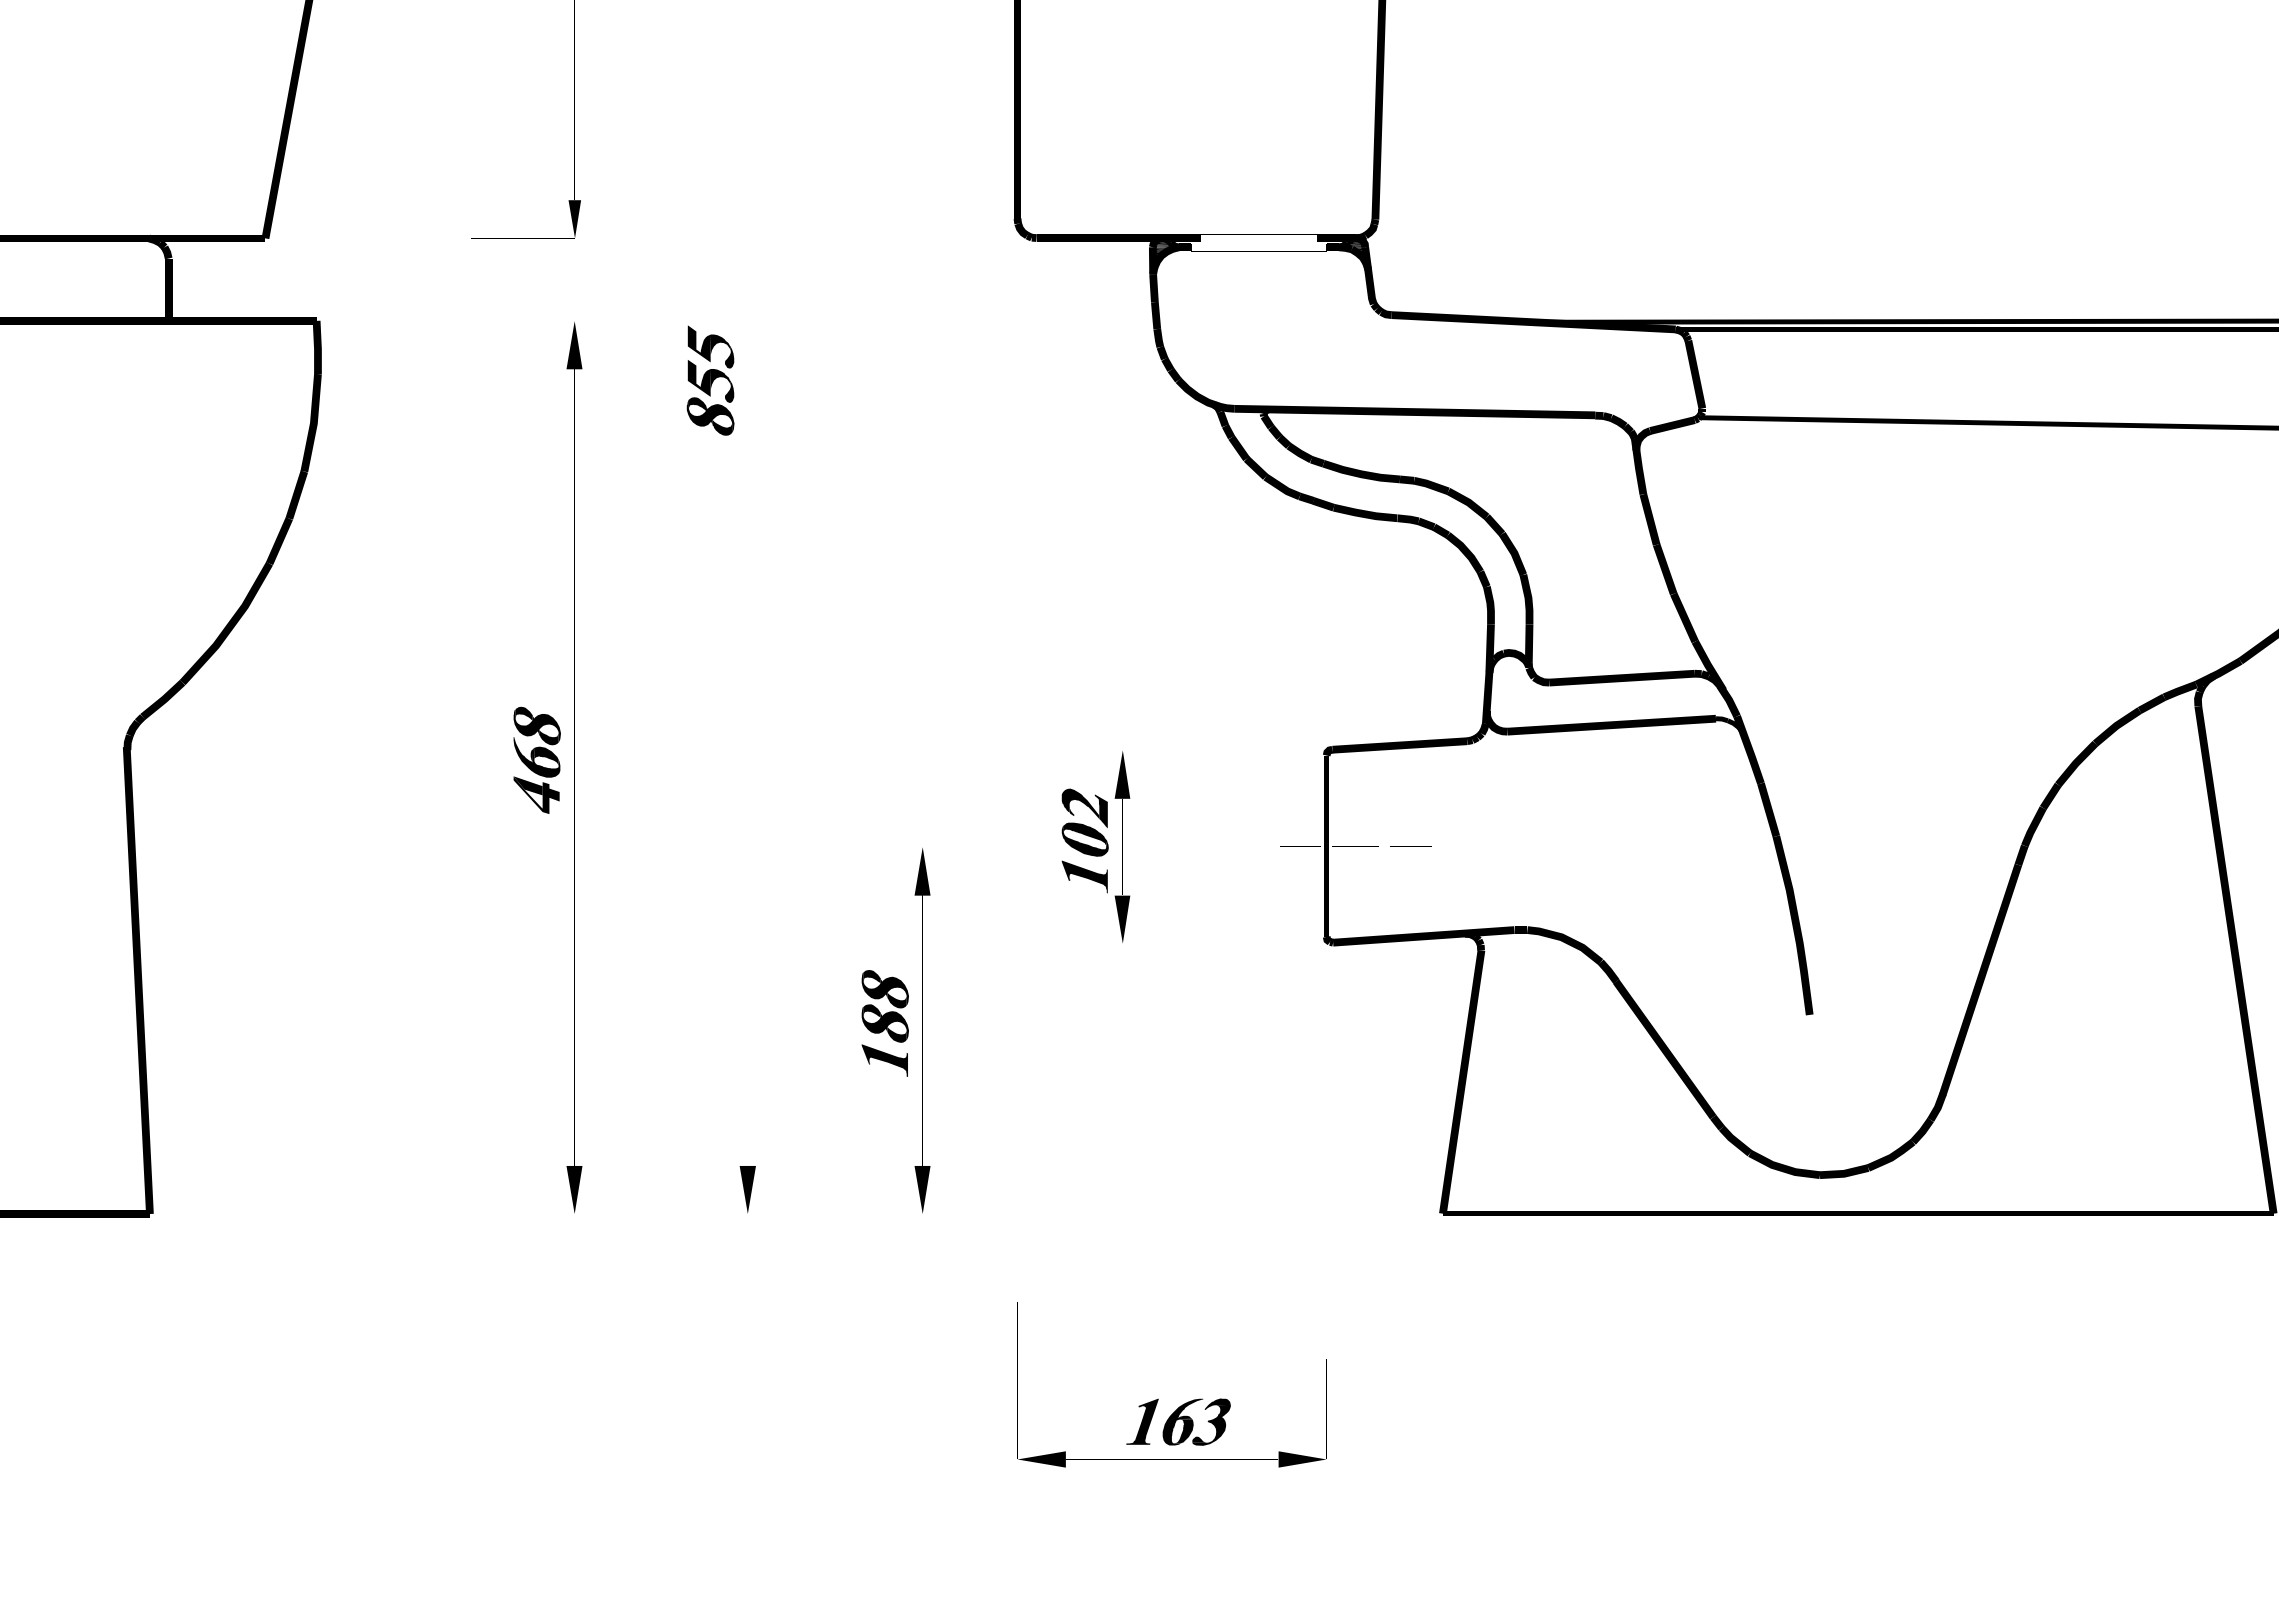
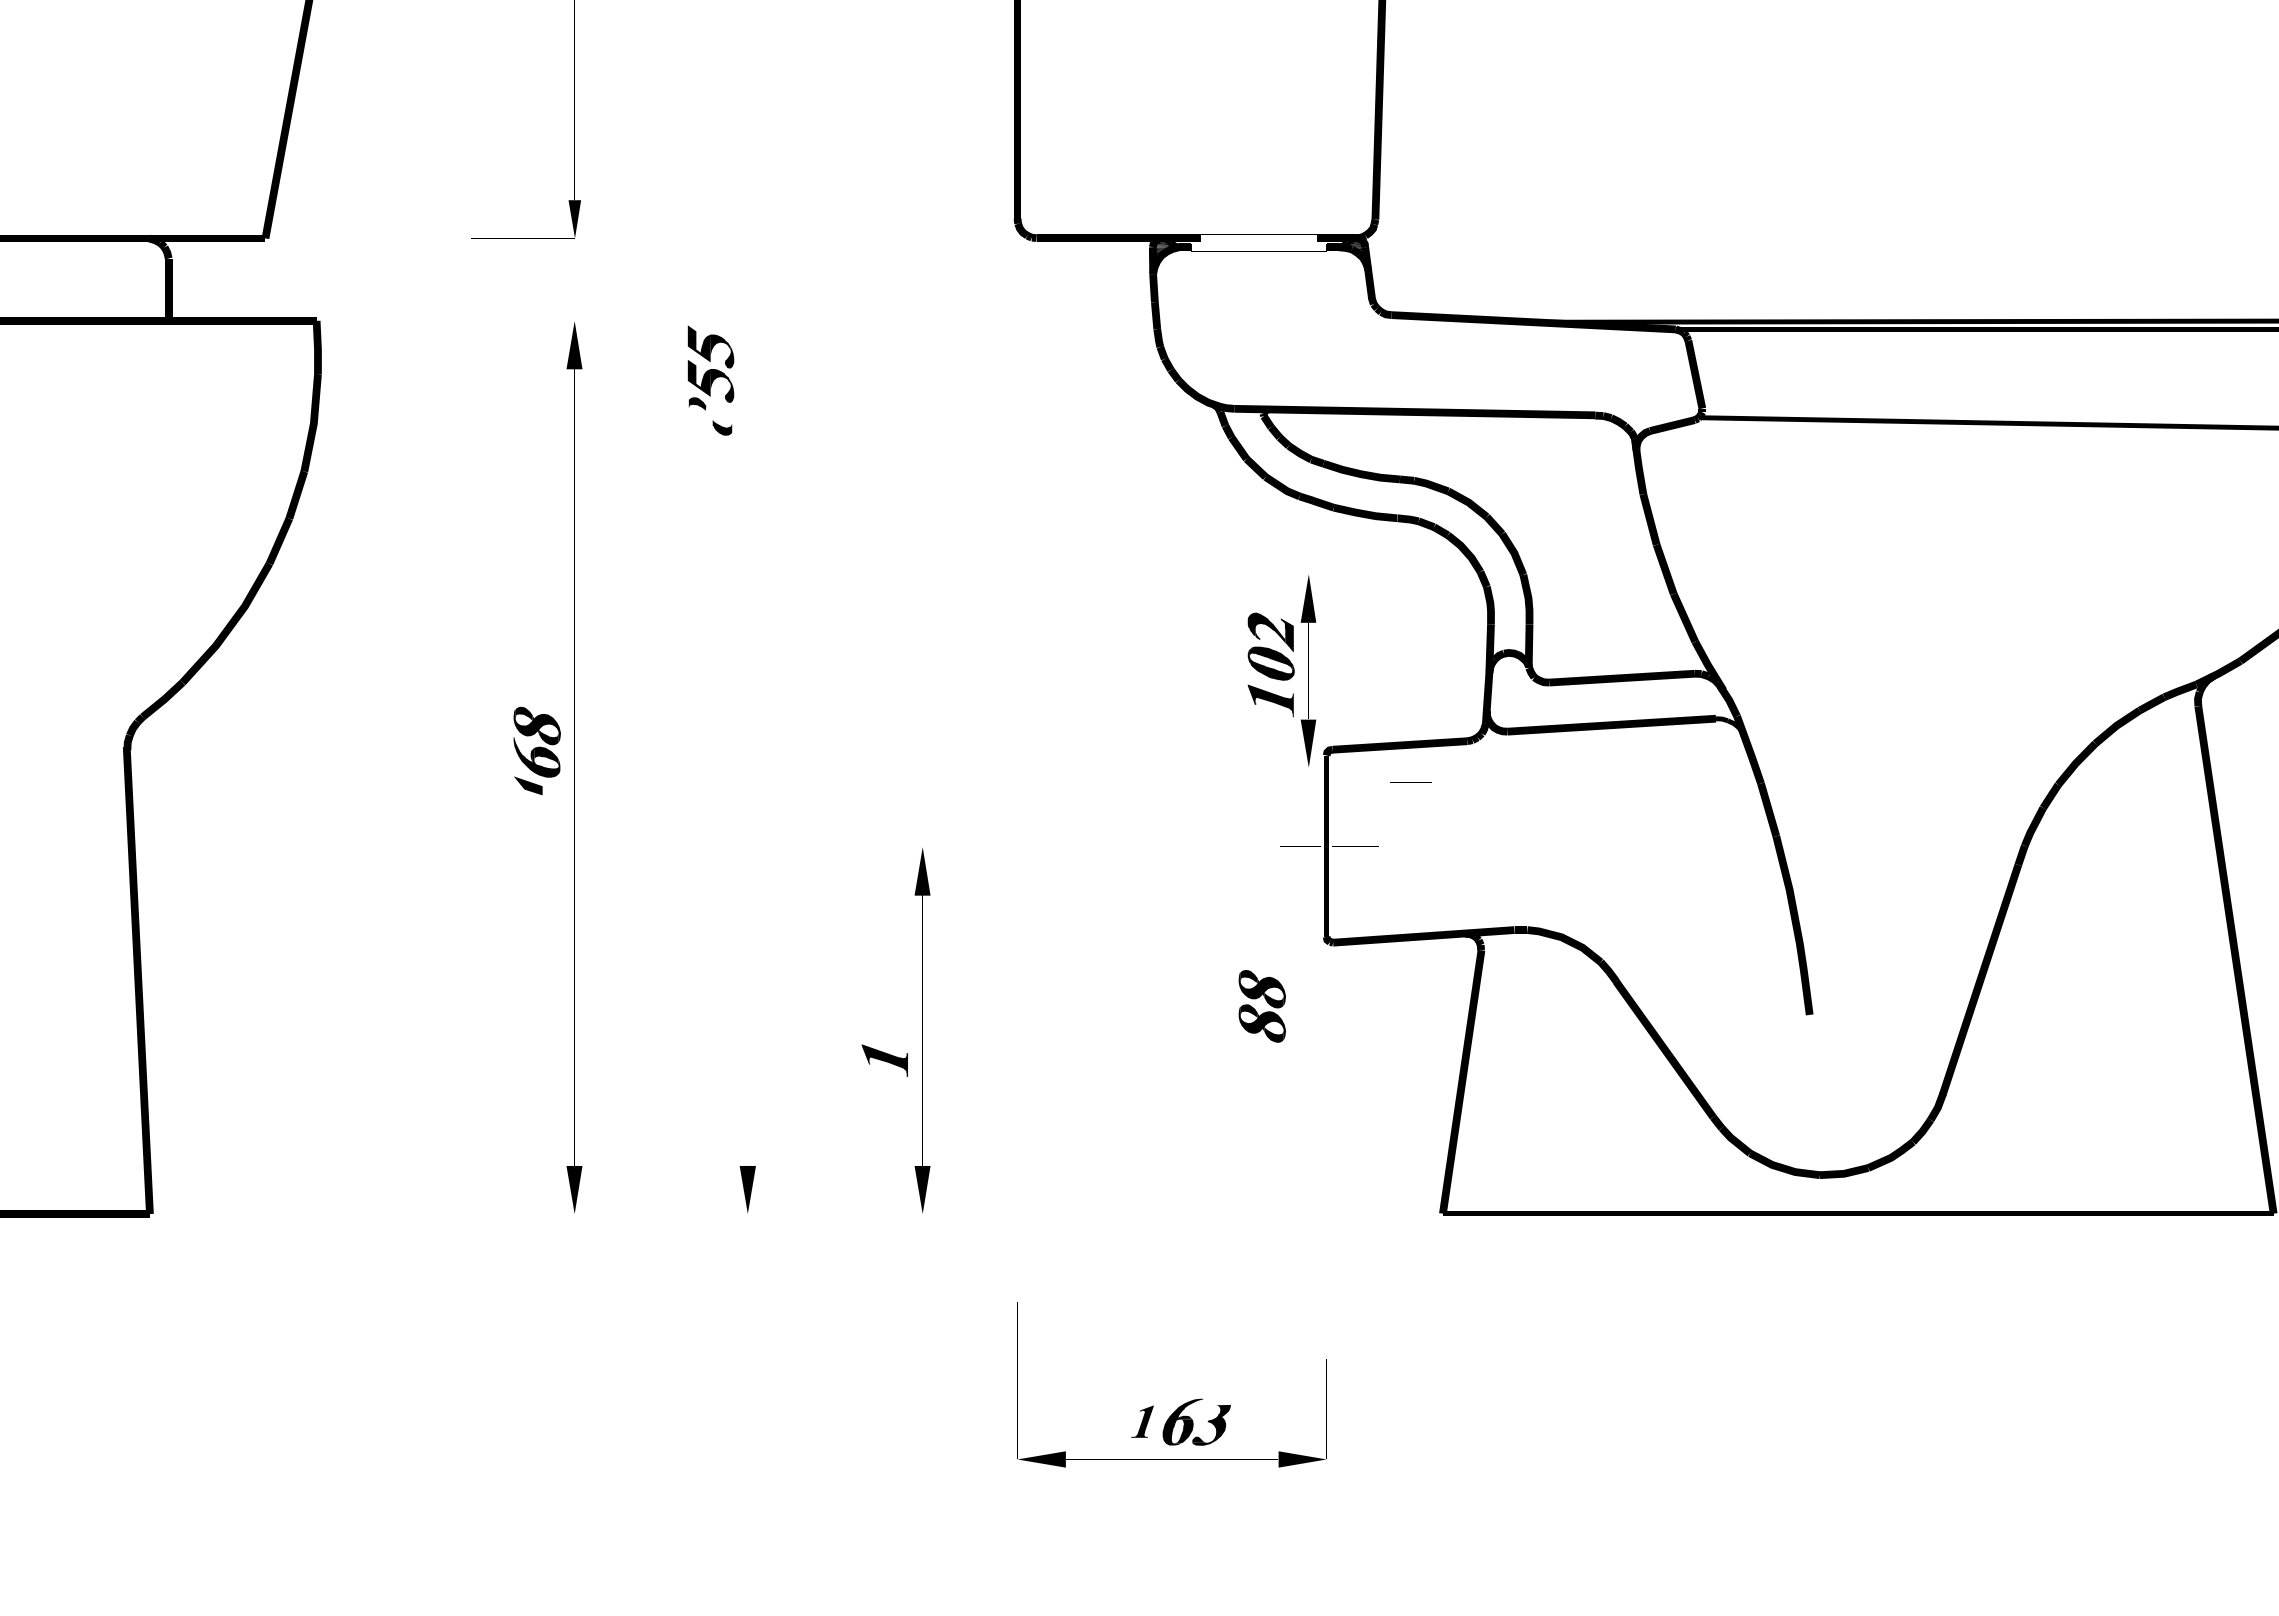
fill at (710, 415): present -> none
fill at (536, 795): present -> none
part at (1095, 846) position: (1095, 846) -> (1281, 670)
line at (1410, 846) position: (1410, 846) -> (1410, 782)
part at (886, 1012) position: (886, 1012) -> (1263, 1012)
fill at (1217, 1404): present -> none
part at (1142, 1421) size: 33x47 px -> 23x33 px
